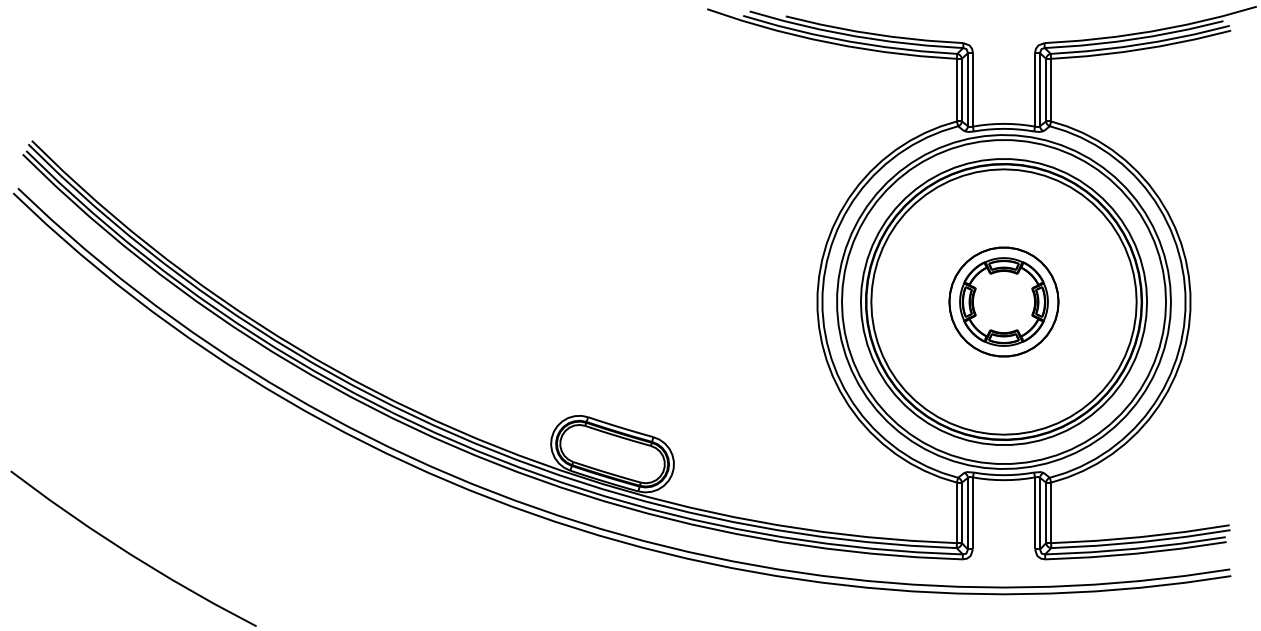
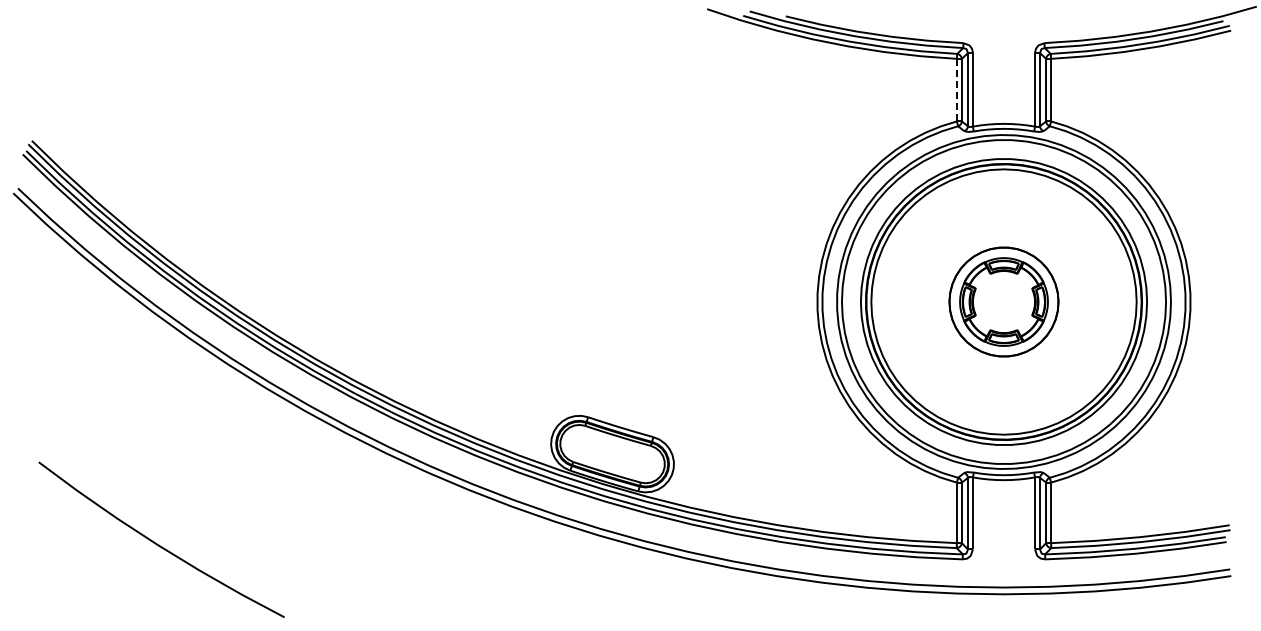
line at (956, 89): solid -> dashed
curve at (131, 553) position: (131, 553) -> (159, 544)
